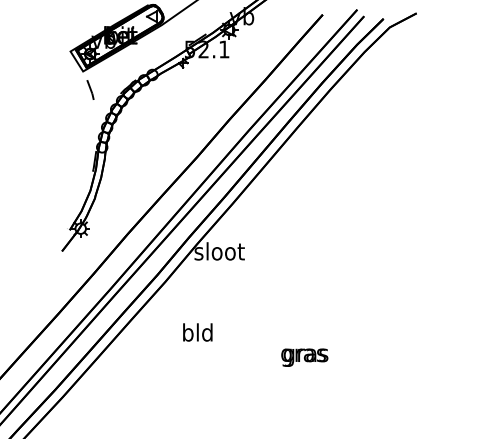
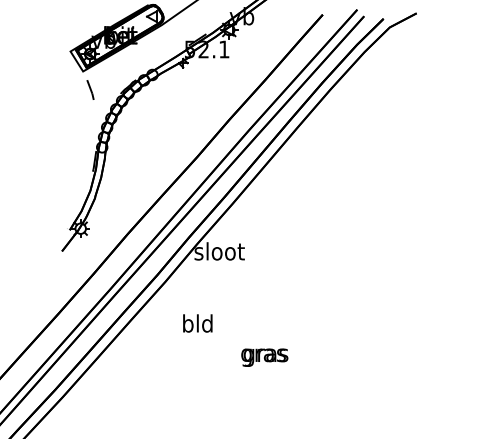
text at (197, 332) position: (197, 332) -> (197, 323)
text at (304, 357) position: (304, 357) -> (264, 357)
